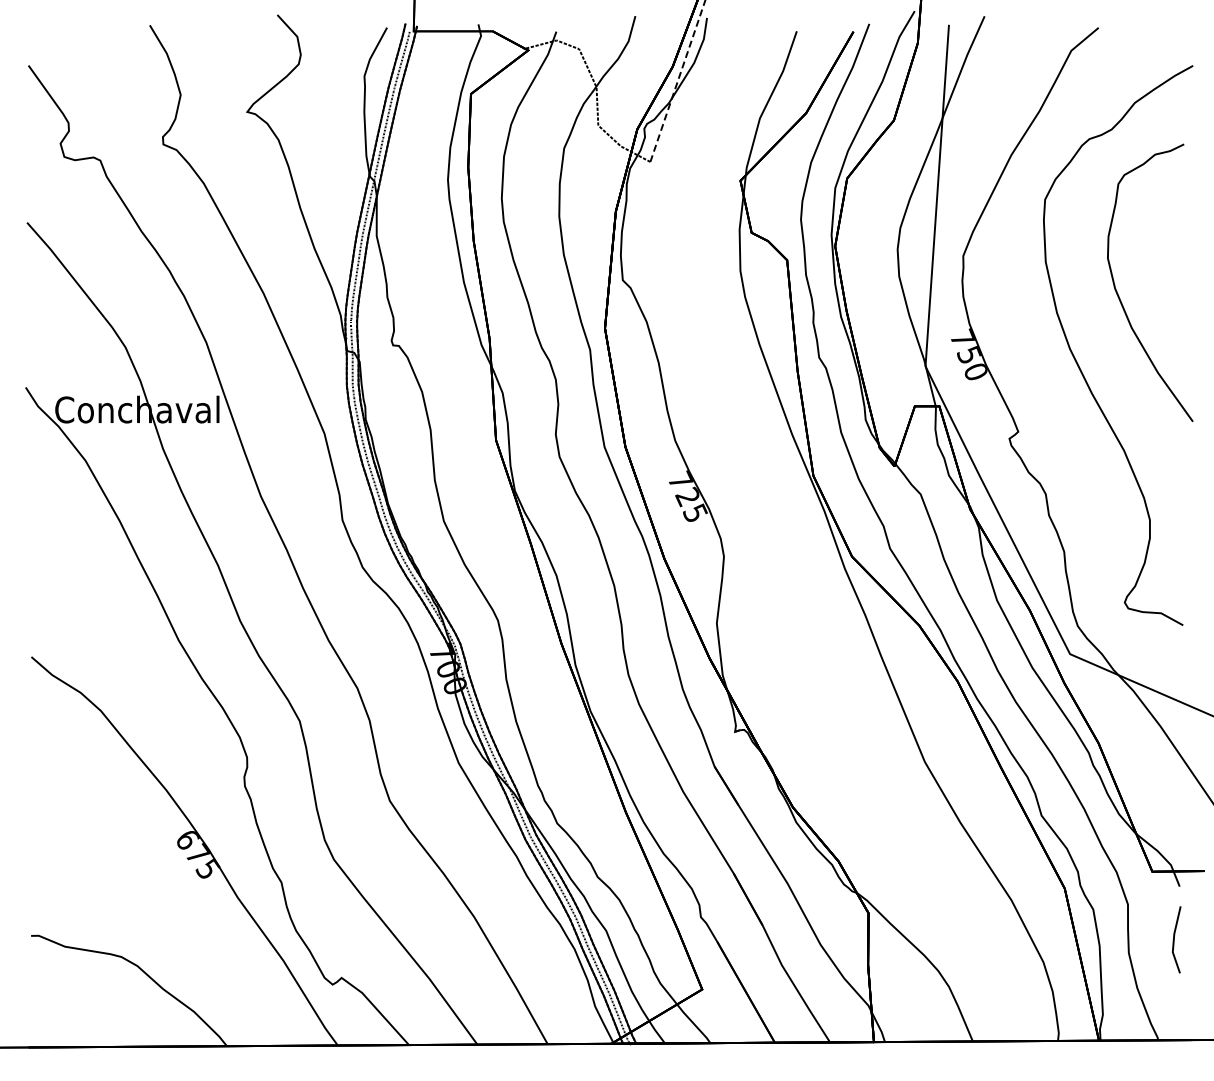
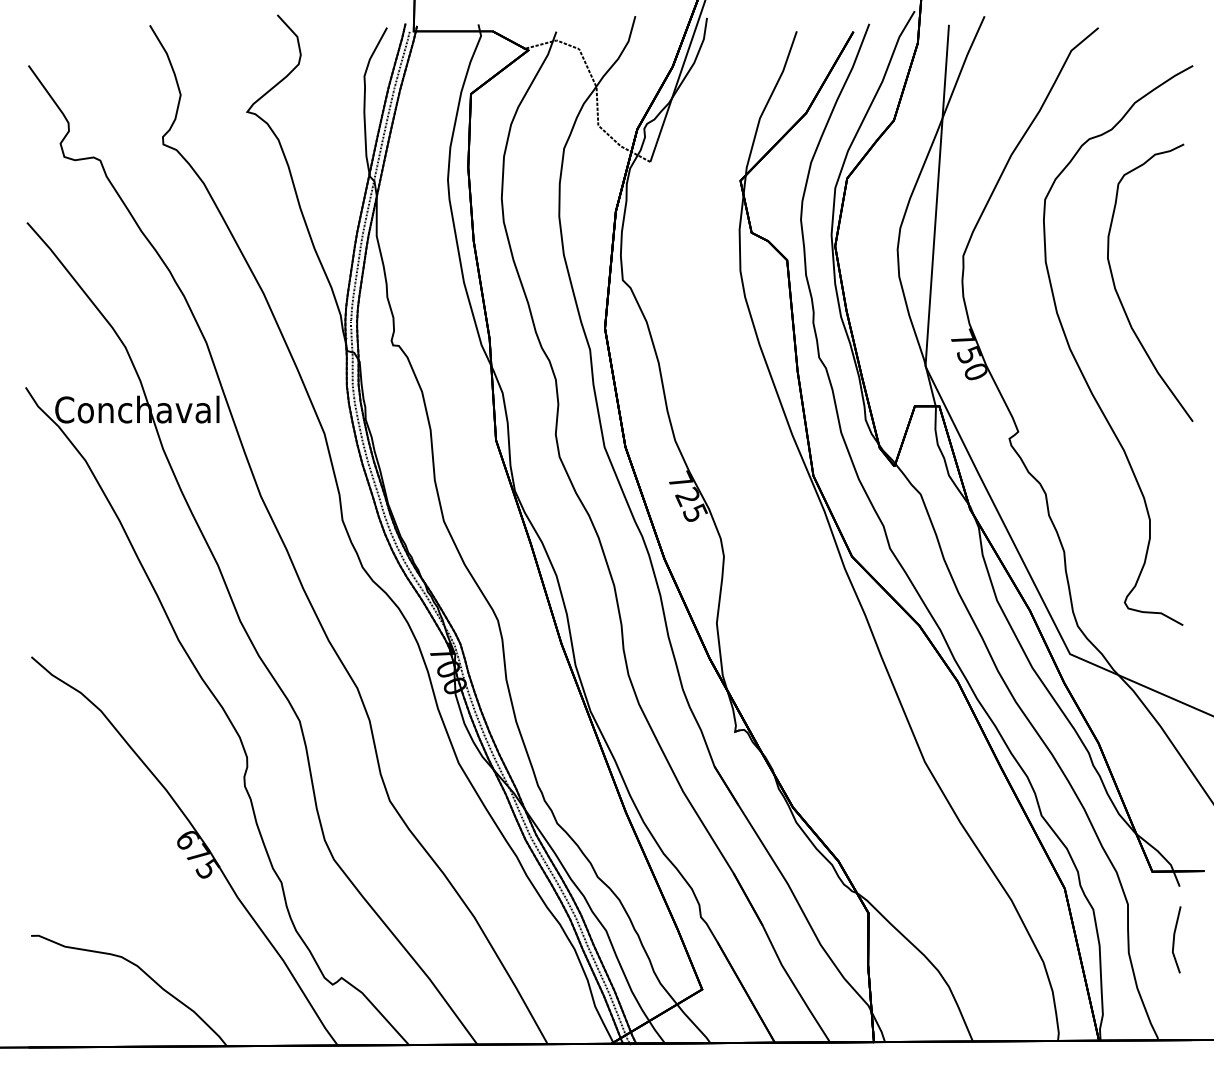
line at (677, 81): dashed -> solid
